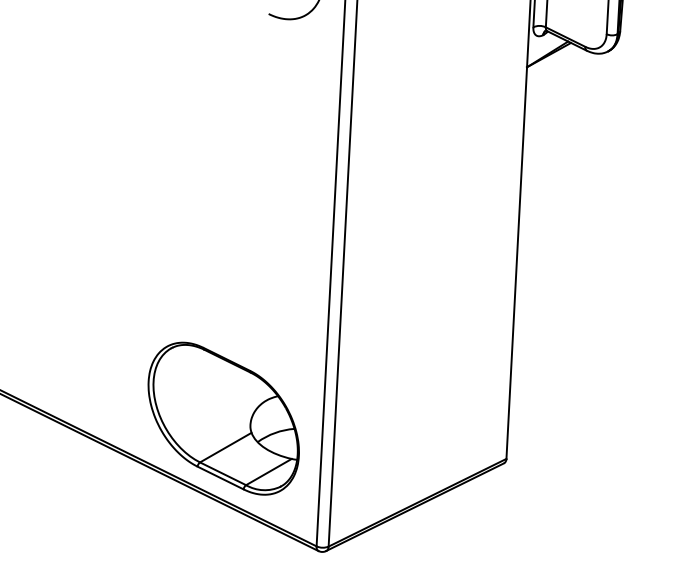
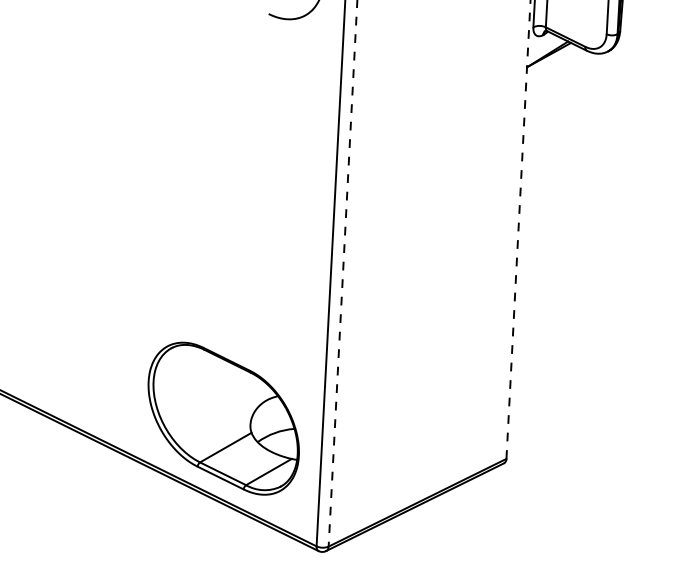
line at (518, 229): solid -> dashed
line at (342, 274): solid -> dashed
